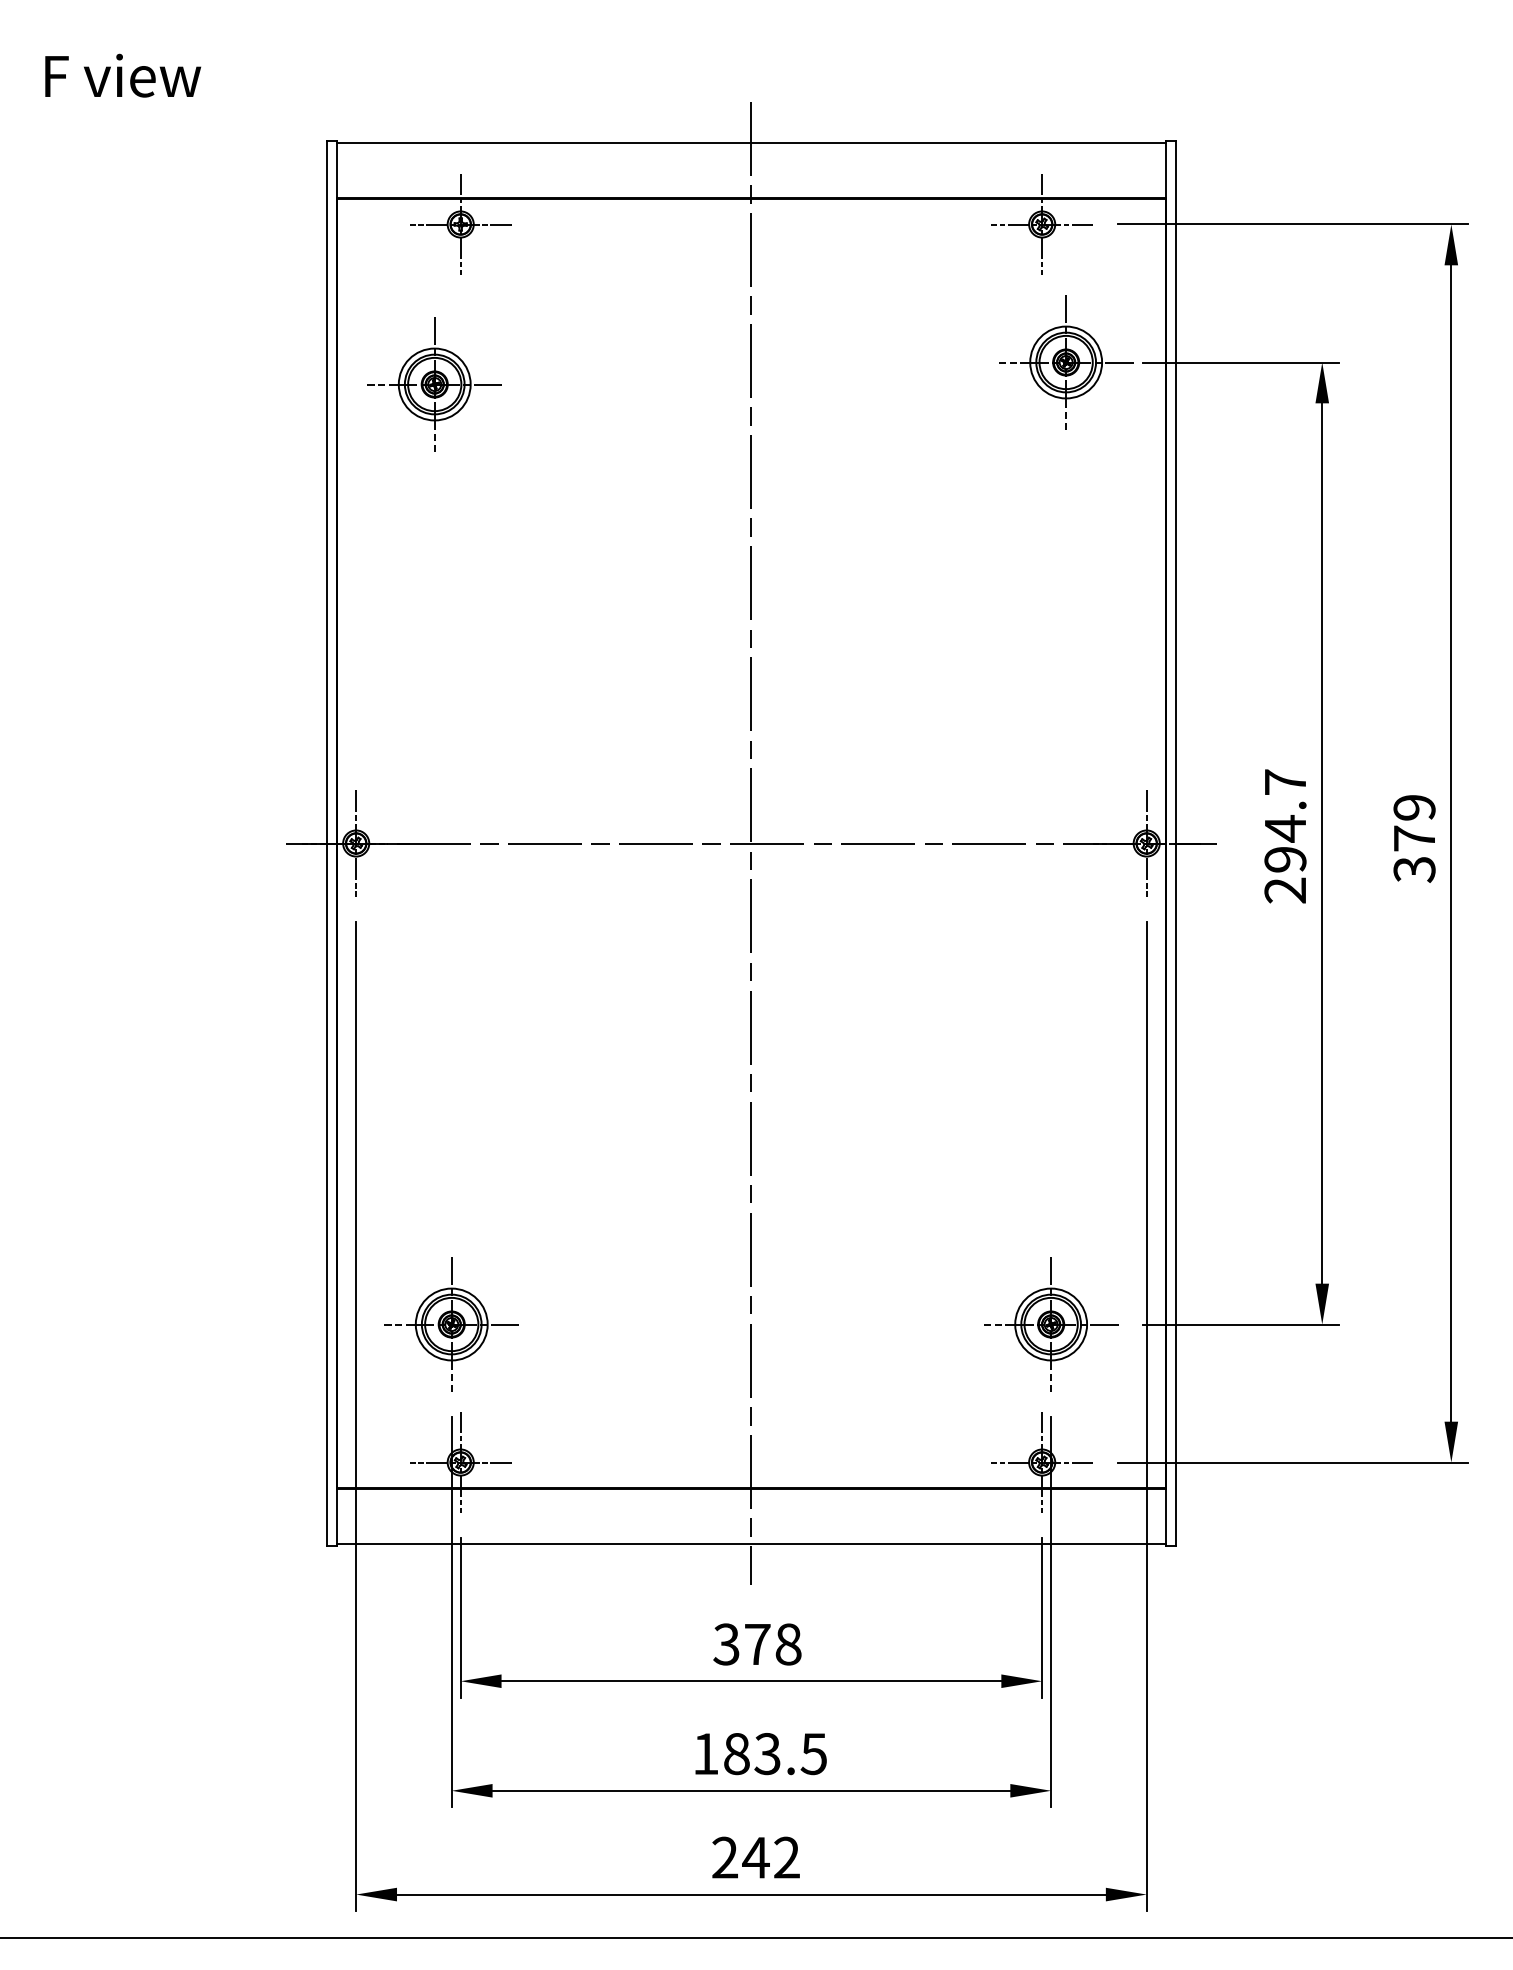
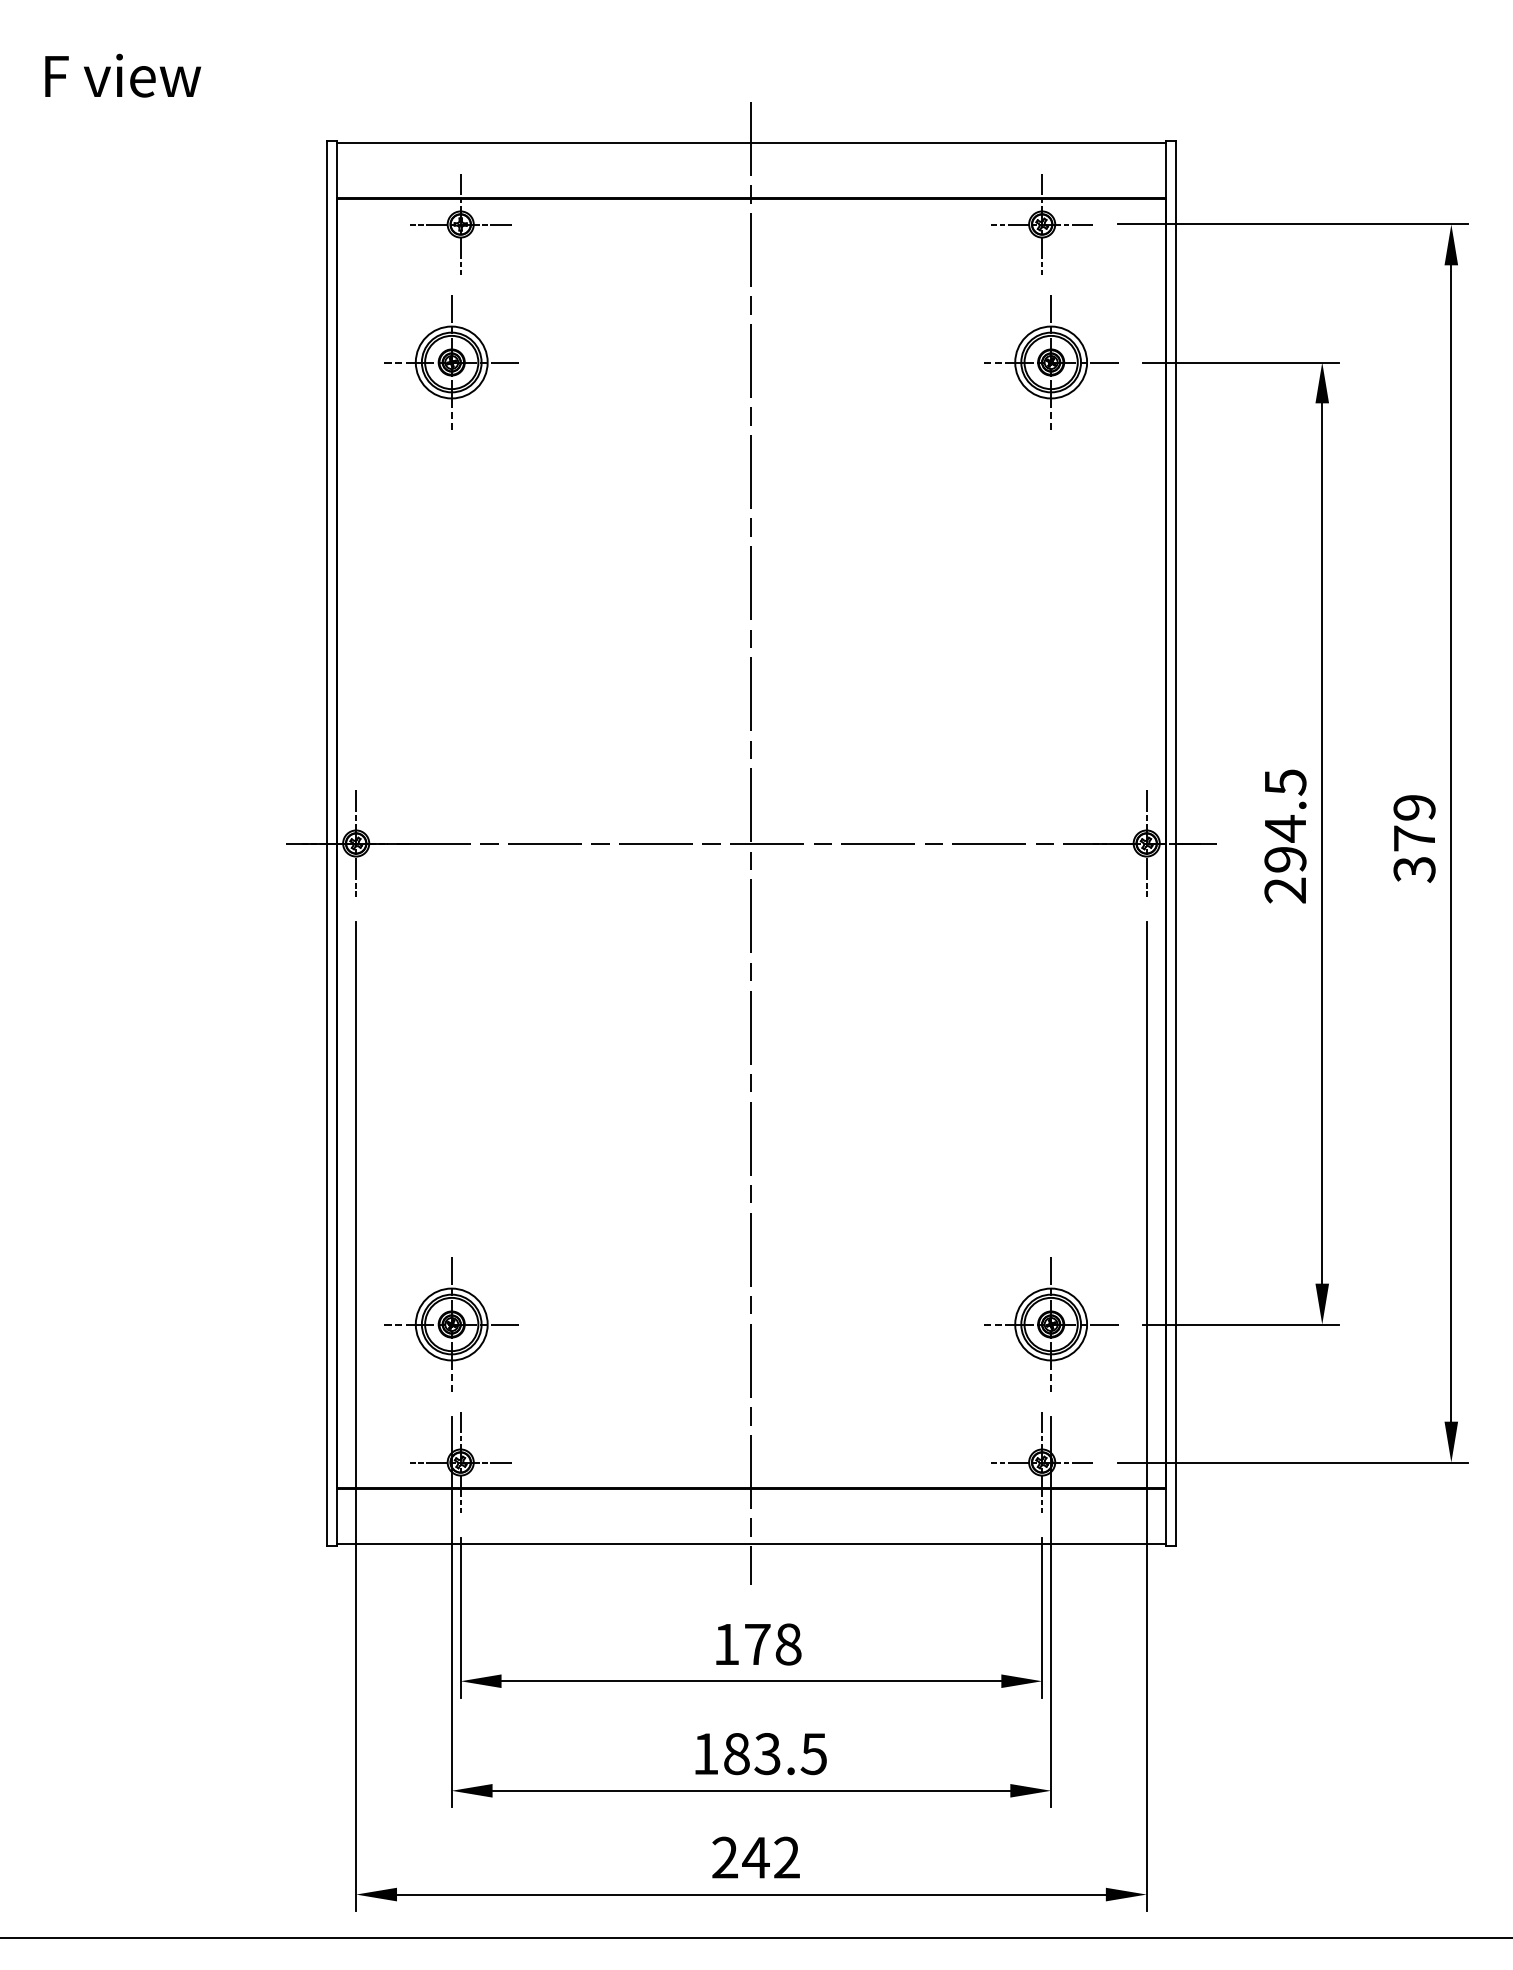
part at (1066, 362) position: (1066, 362) -> (1051, 362)
part at (434, 384) position: (434, 384) -> (451, 362)
text at (1285, 782): 294.7 -> 294.5
text at (726, 1644): 378 -> 178
